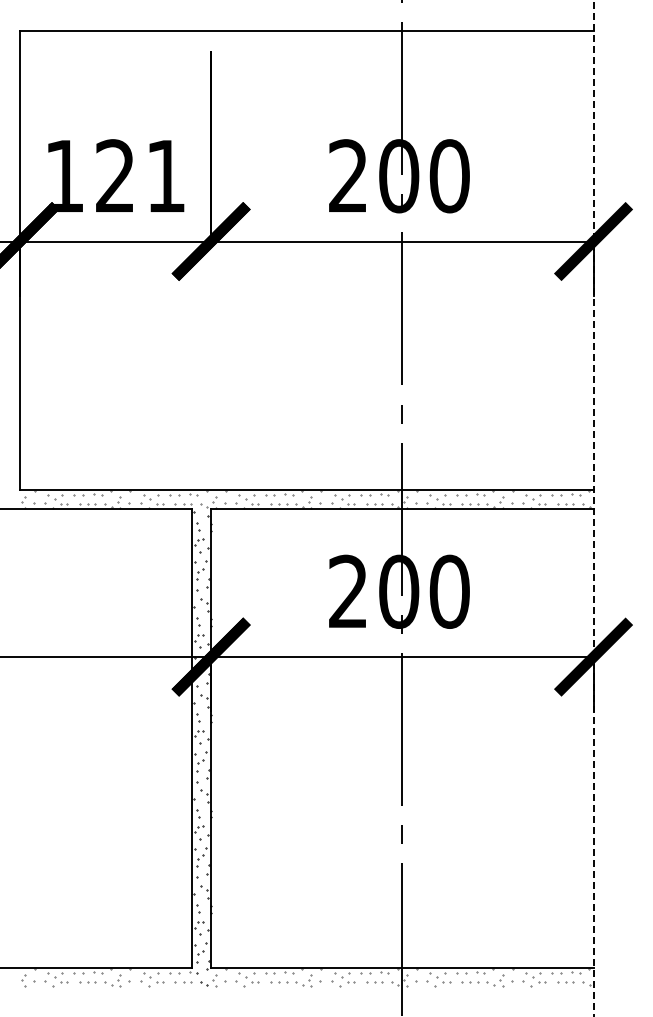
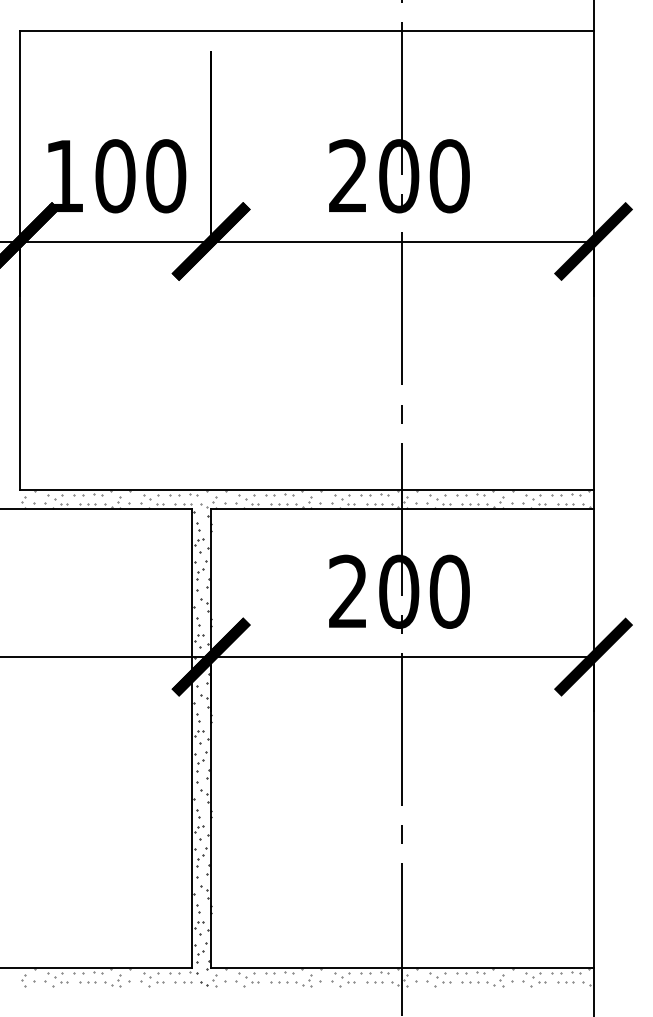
text at (140, 176): 121 -> 100
line at (593, 508): dashed -> solid
